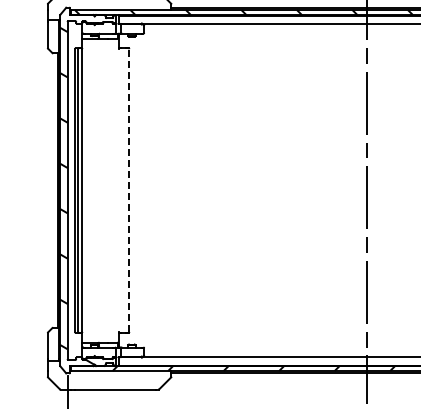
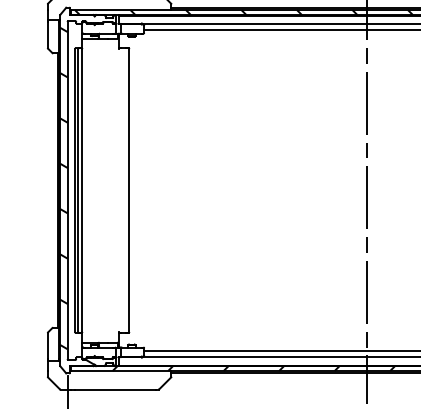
line at (280, 29): none -> present
line at (129, 190): dashed -> solid
line at (280, 351): none -> present
